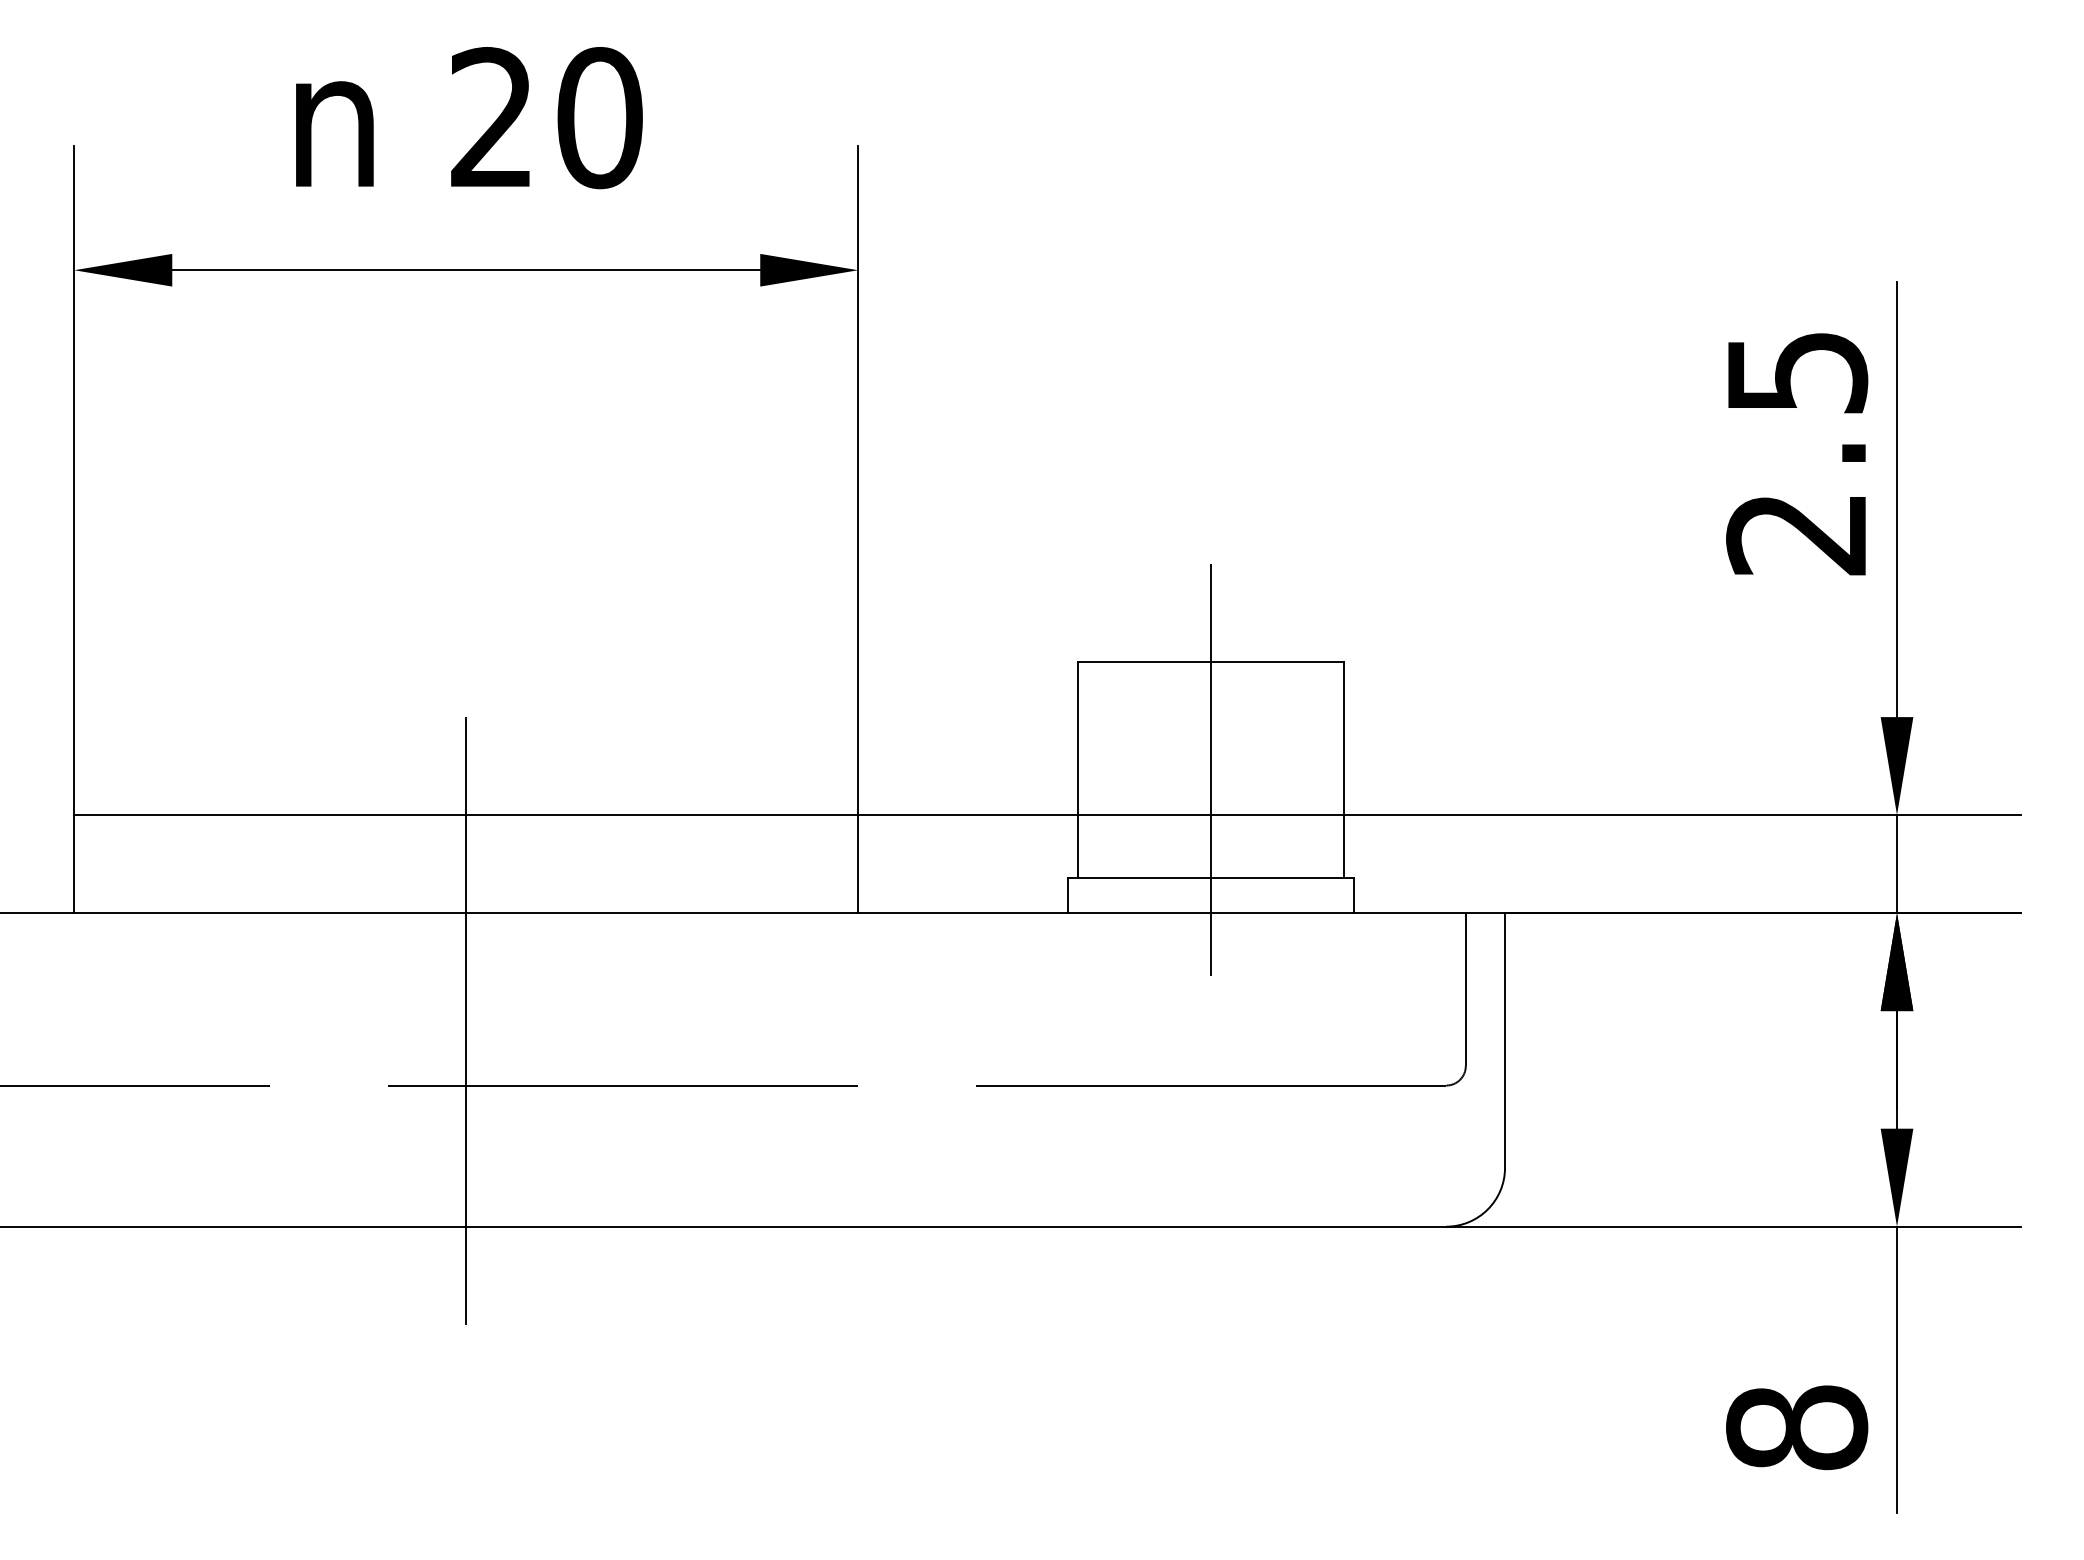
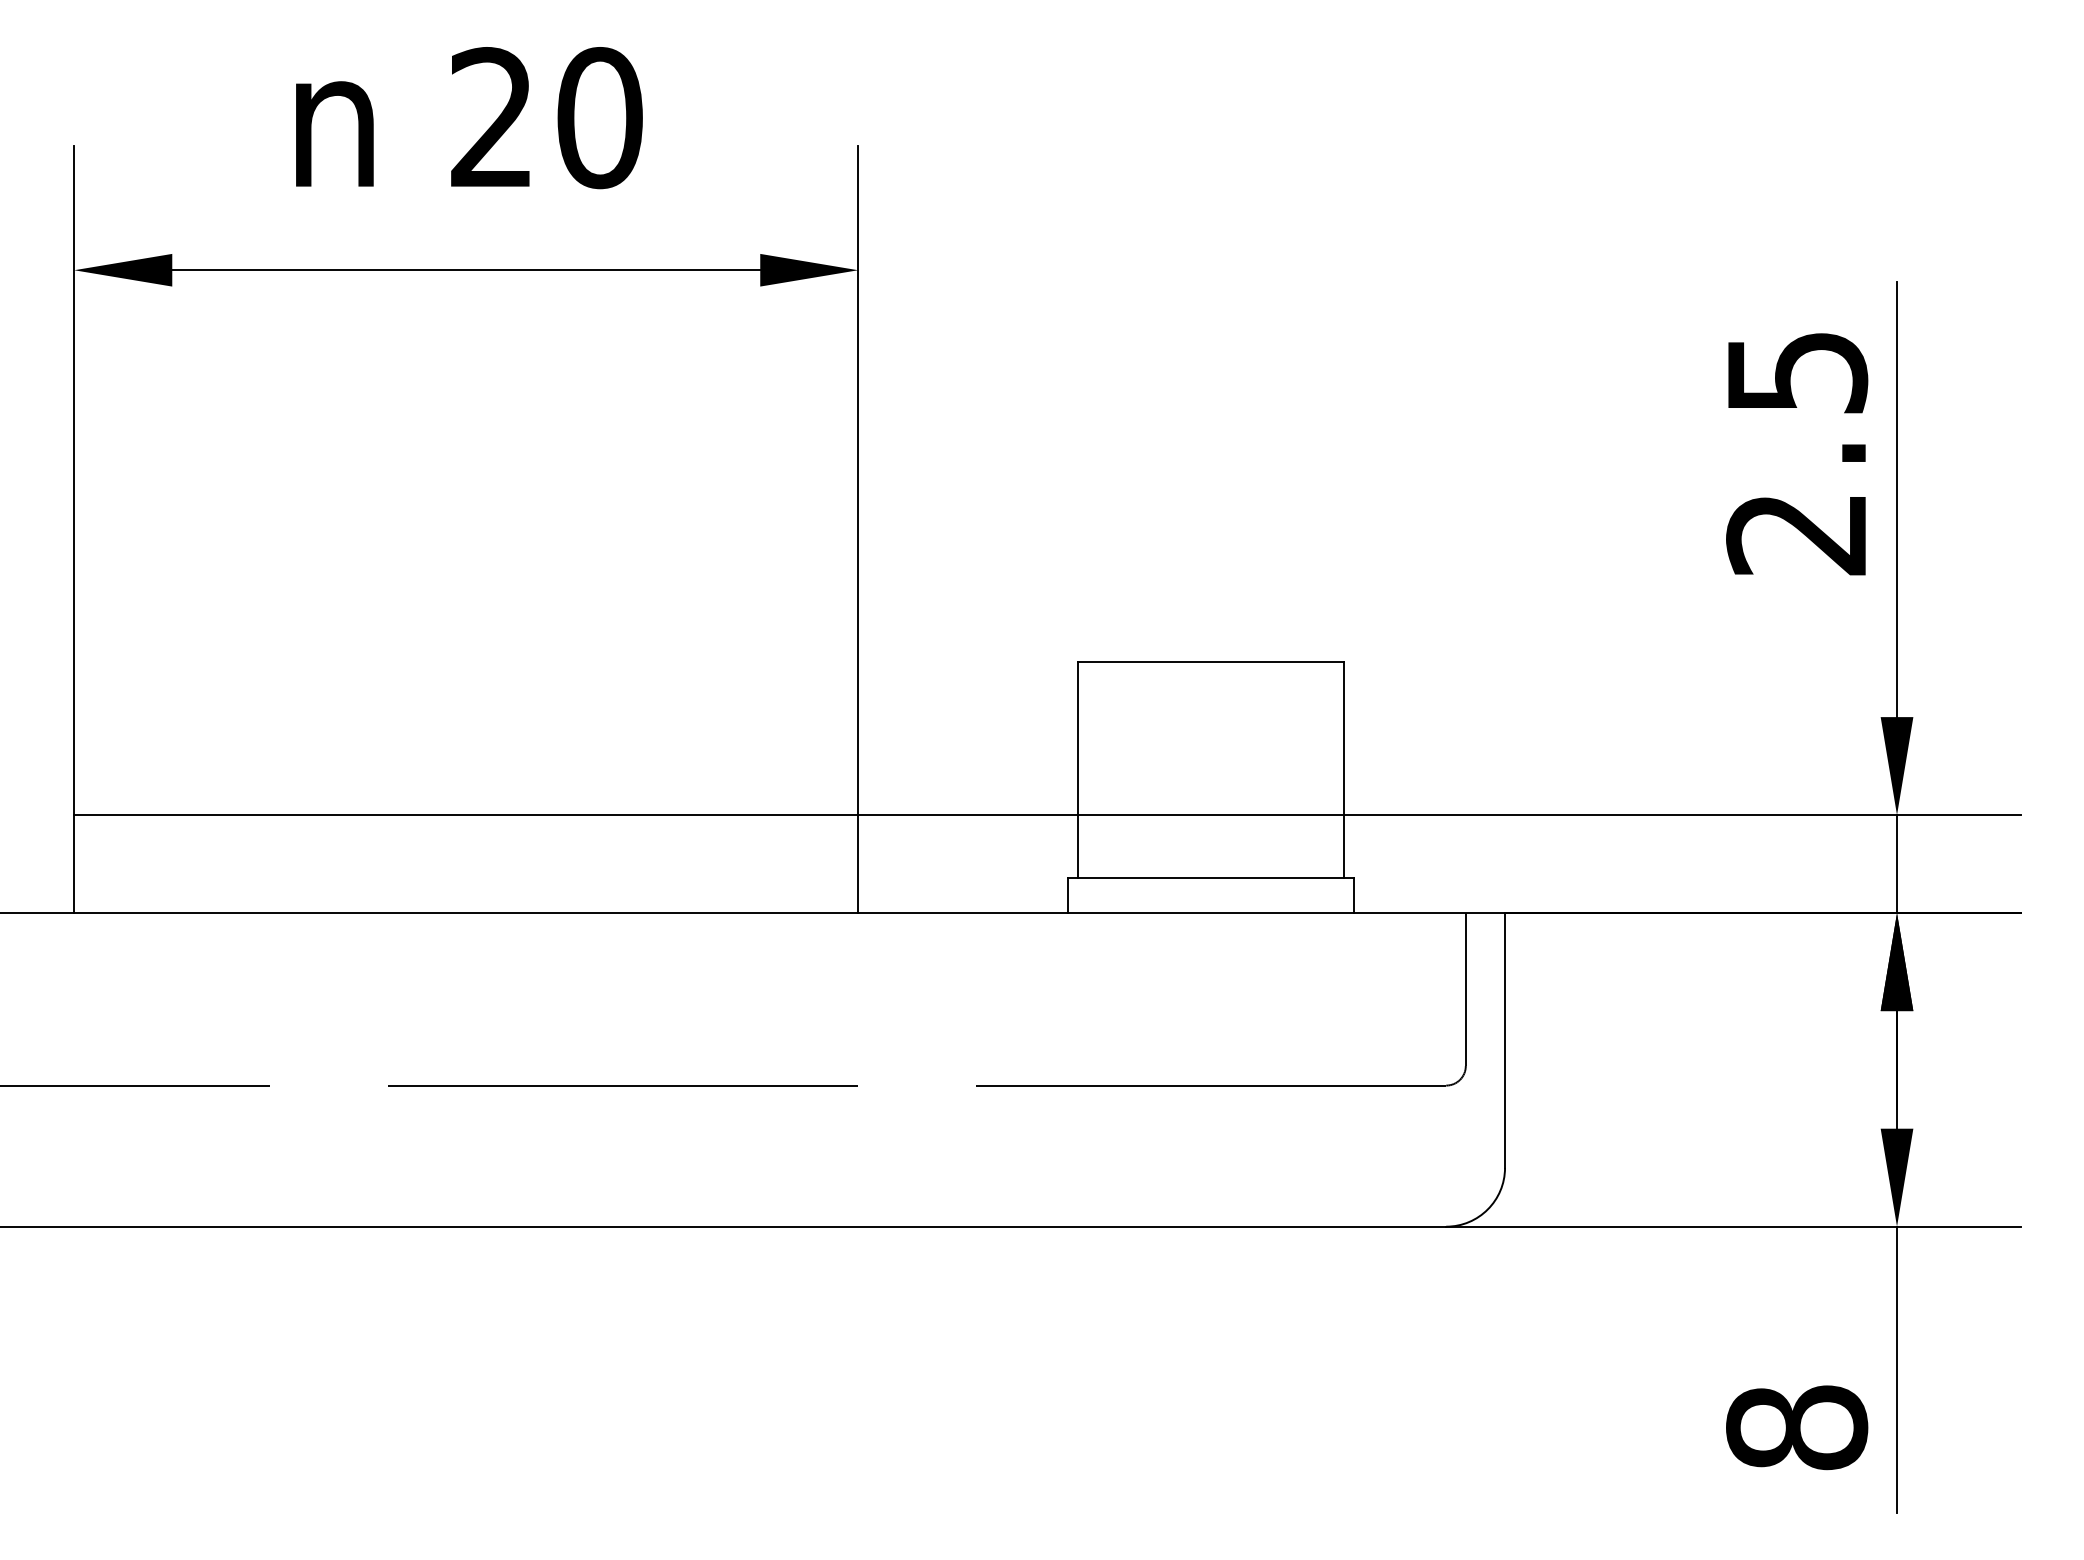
line at (1211, 769): present -> none
line at (466, 1020): present -> none
